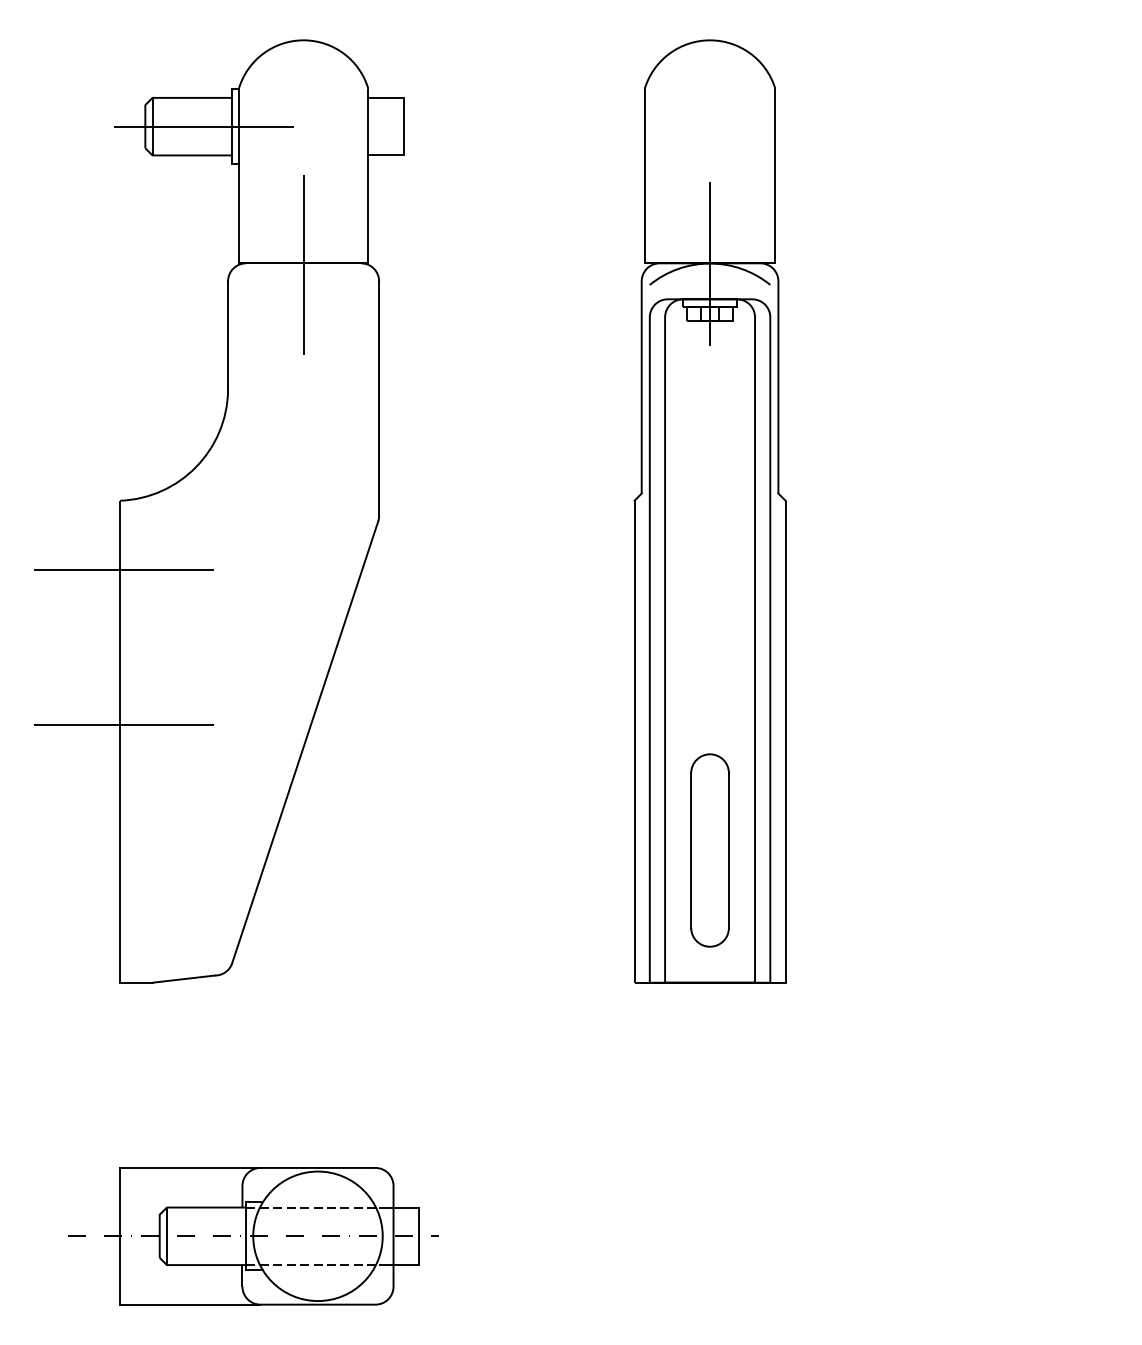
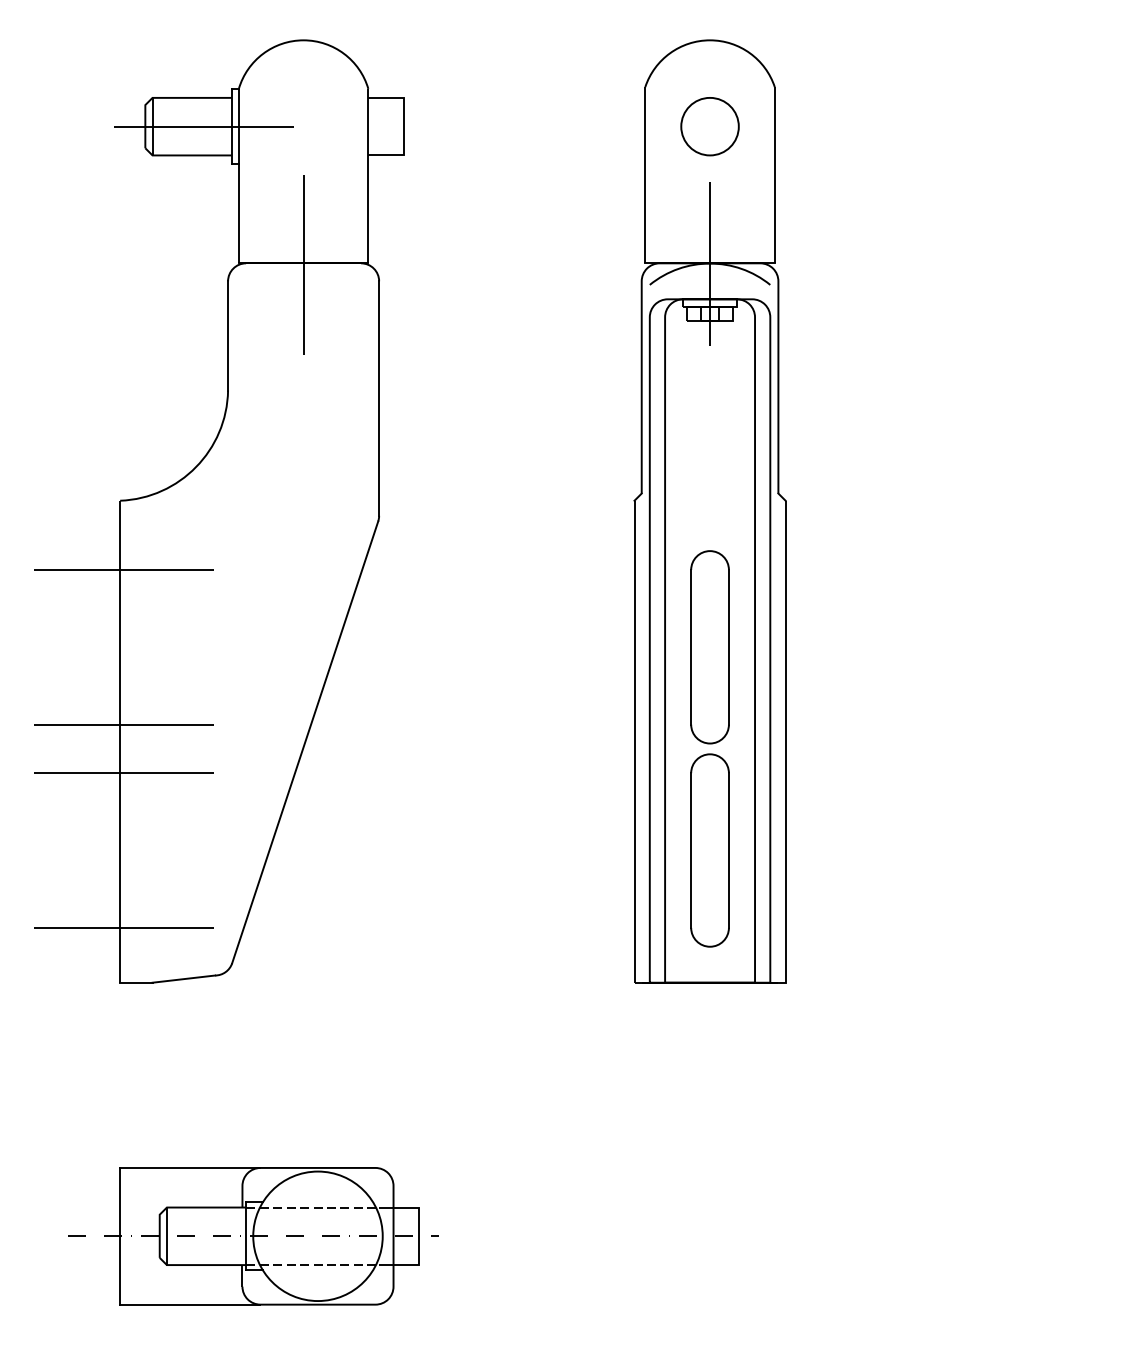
circle at (709, 126): none -> present
part at (709, 647): none -> present
line at (119, 773): none -> present
line at (119, 927): none -> present
